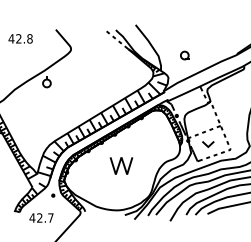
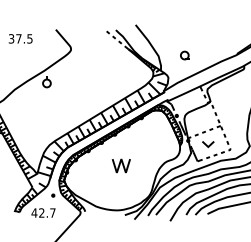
text at (20, 38): 42.8 -> 37.5
part at (121, 165) size: 25x18 px -> 20x16 px
text at (41, 217) position: (41, 217) -> (43, 212)
